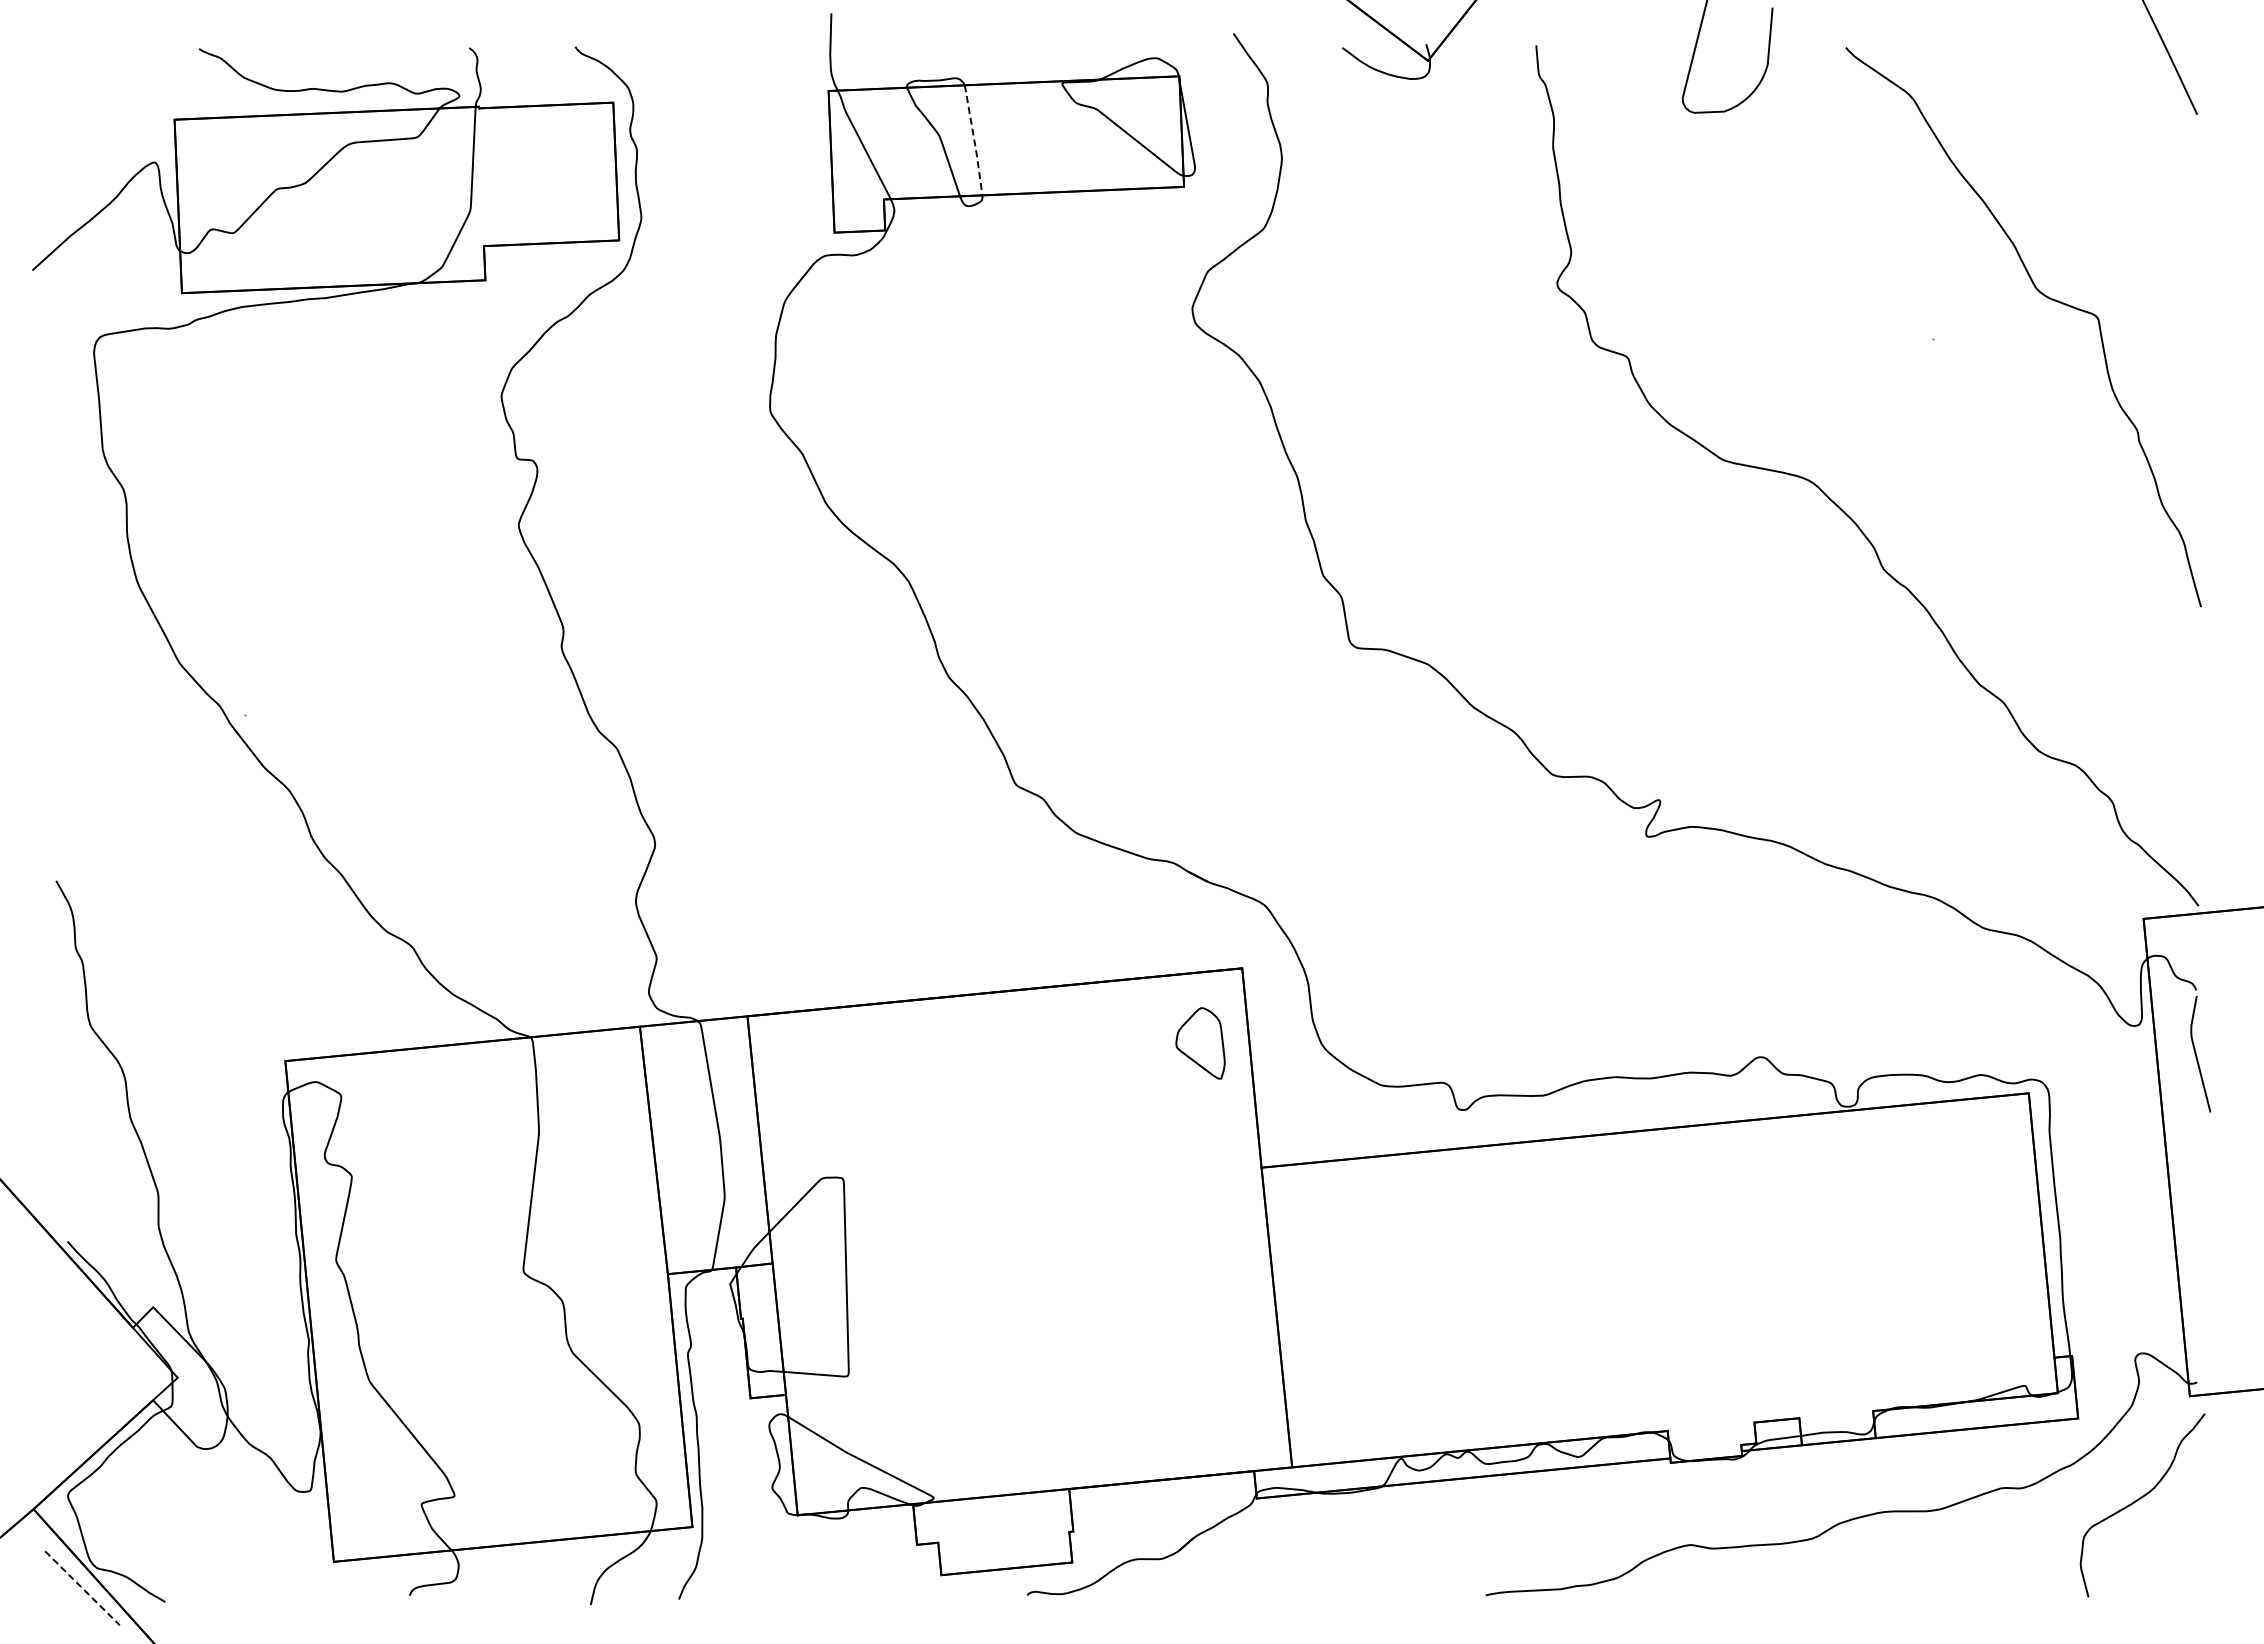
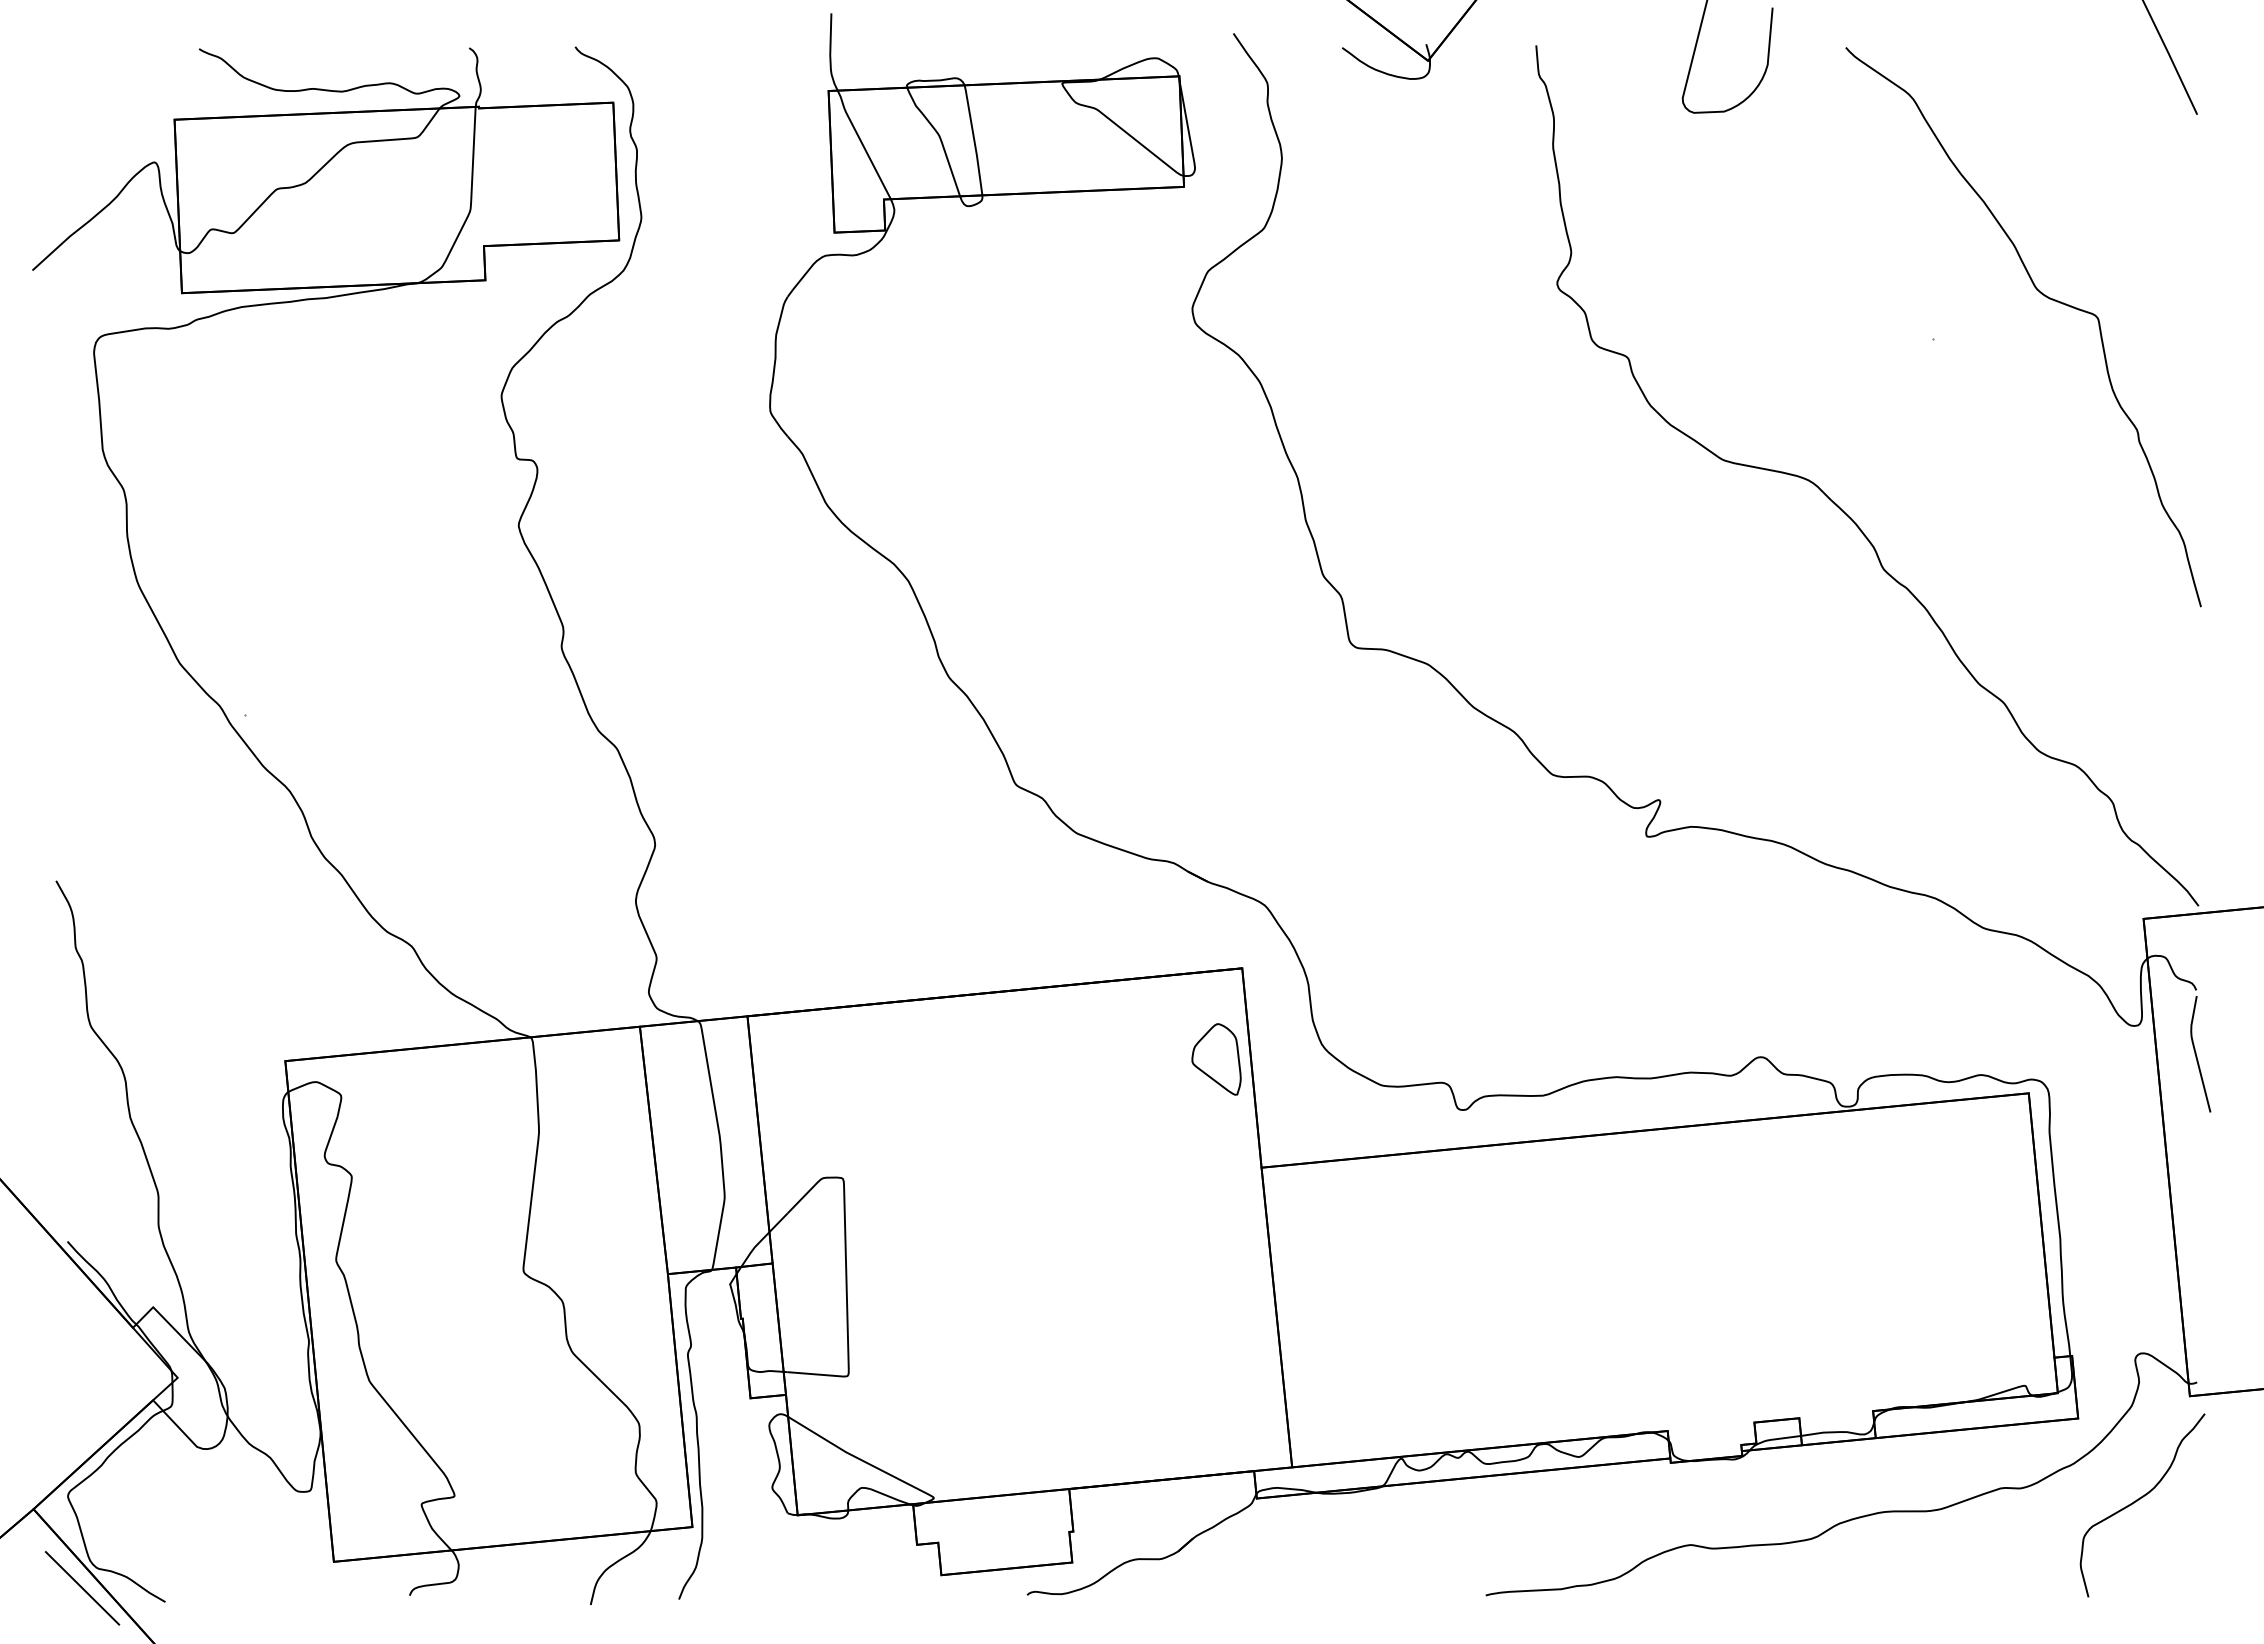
line at (974, 140): dashed -> solid
part at (1200, 1043) position: (1200, 1043) -> (1216, 1059)
line at (82, 1588): dashed -> solid
